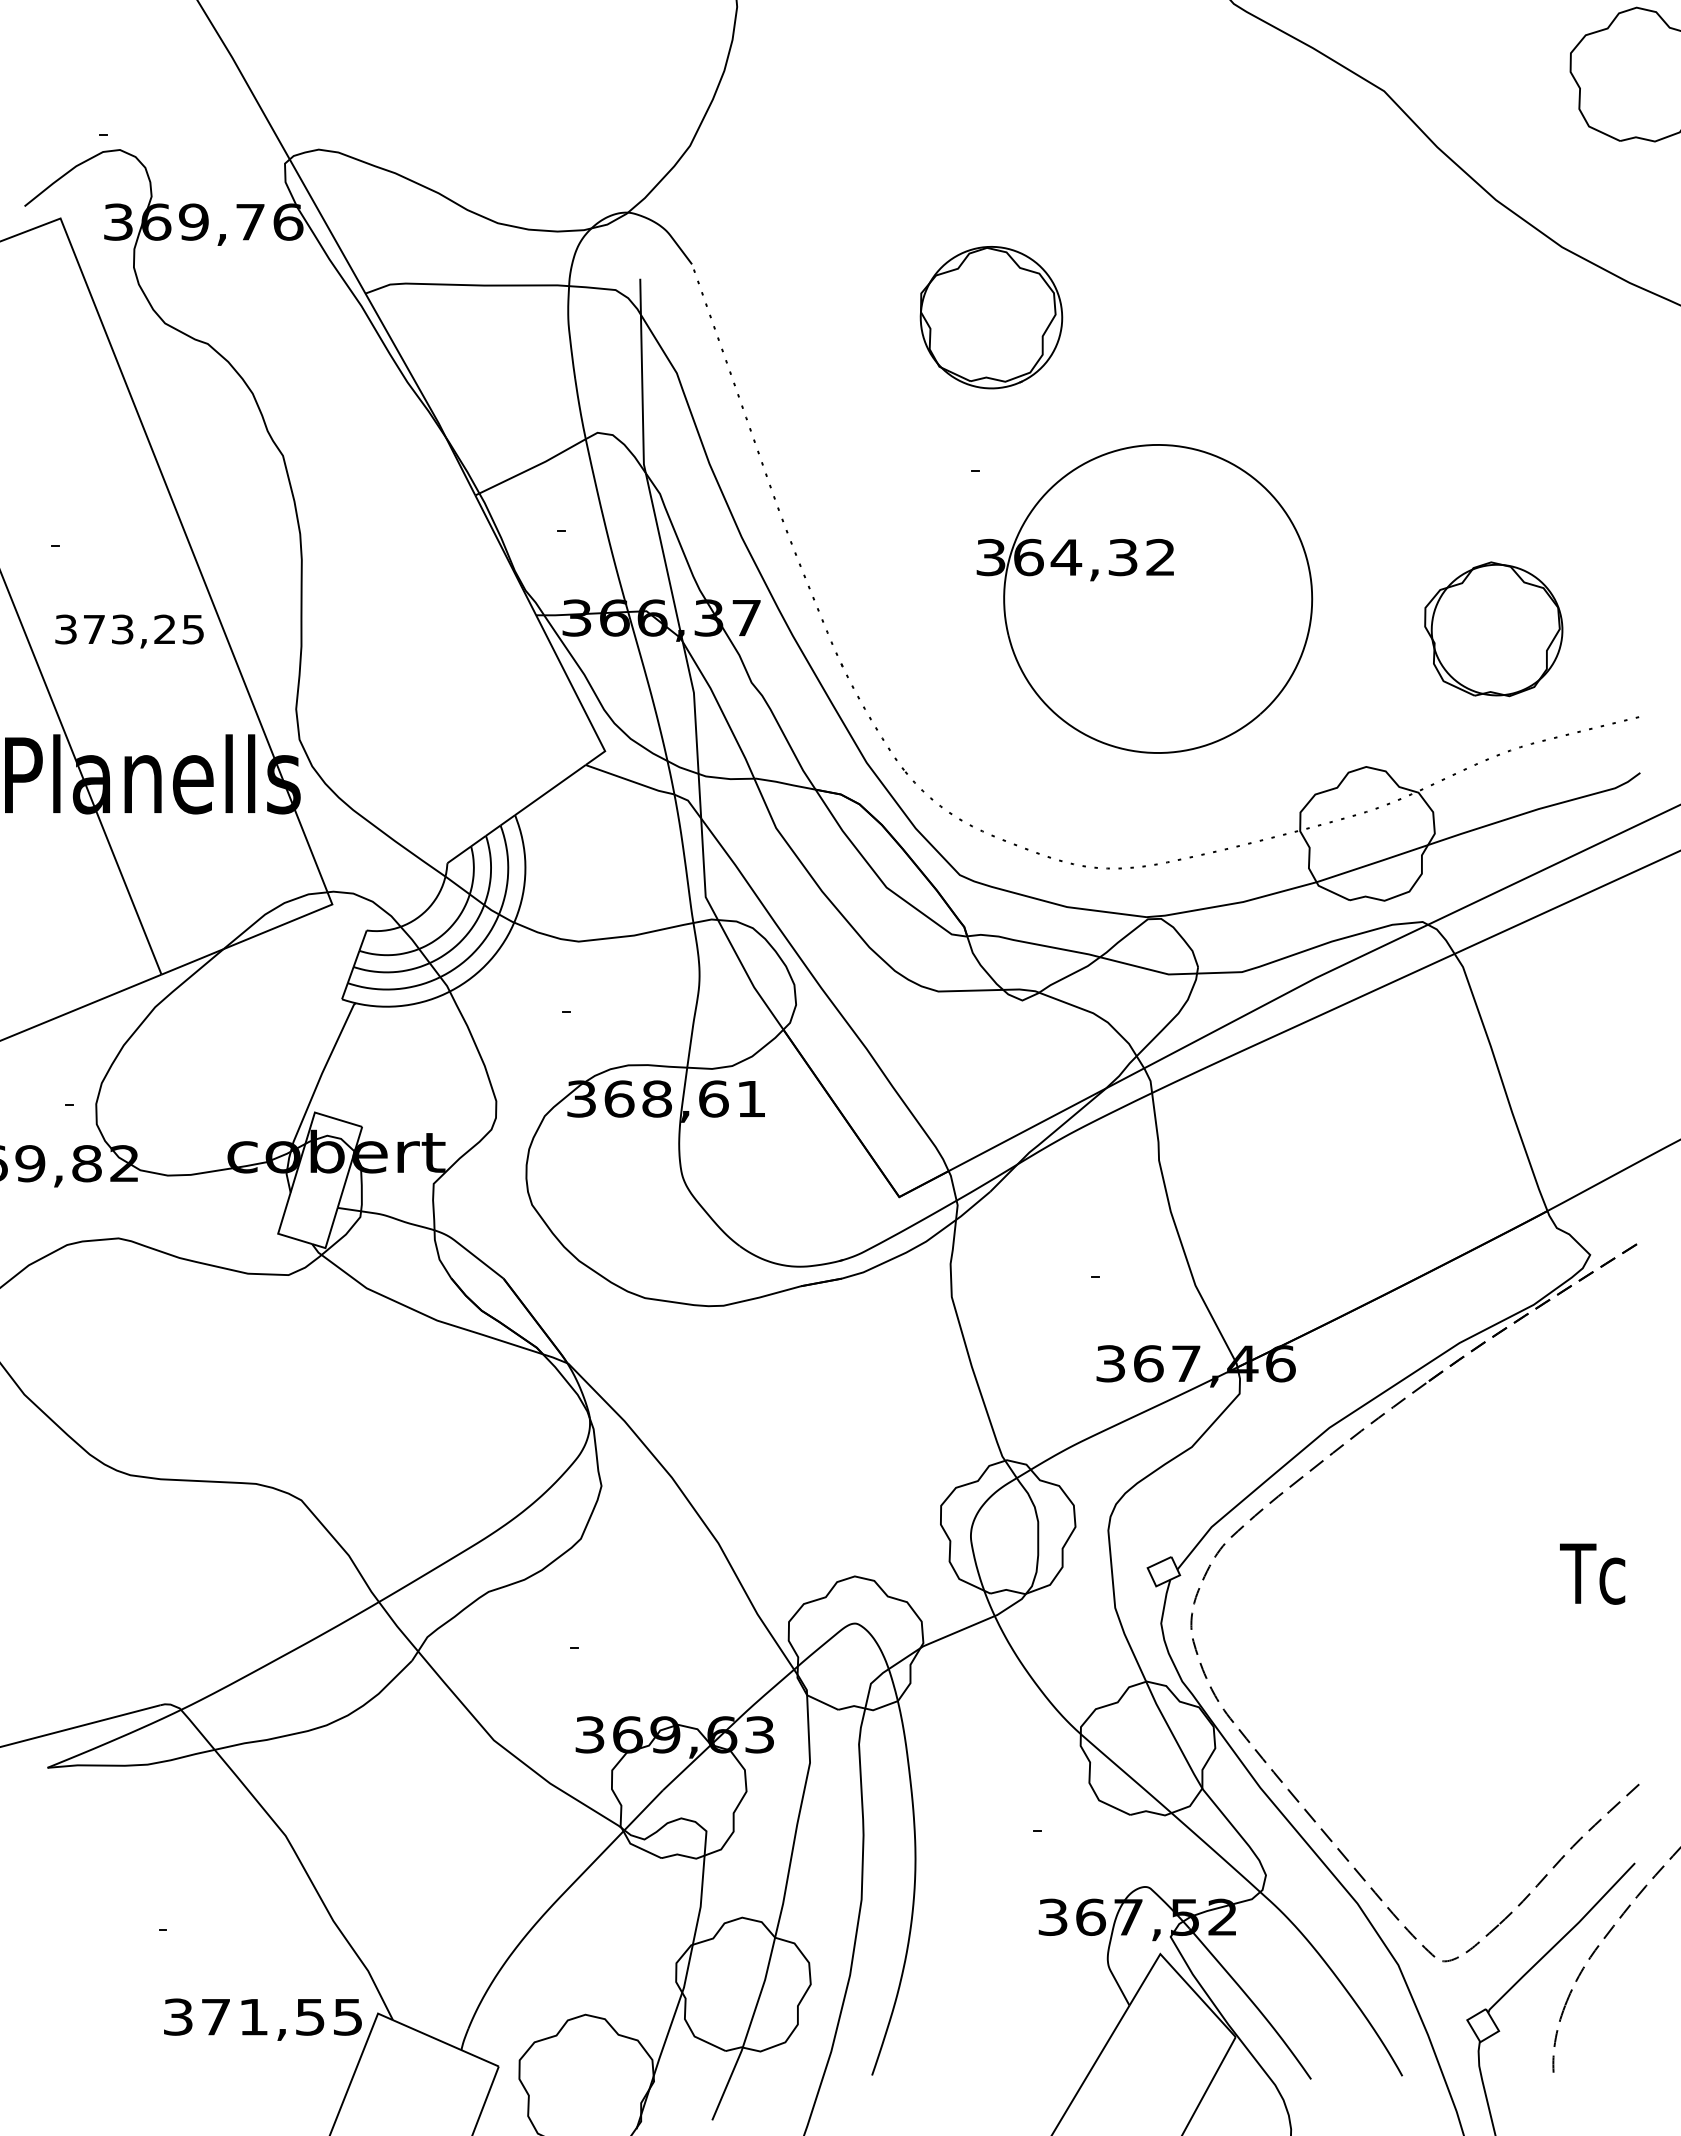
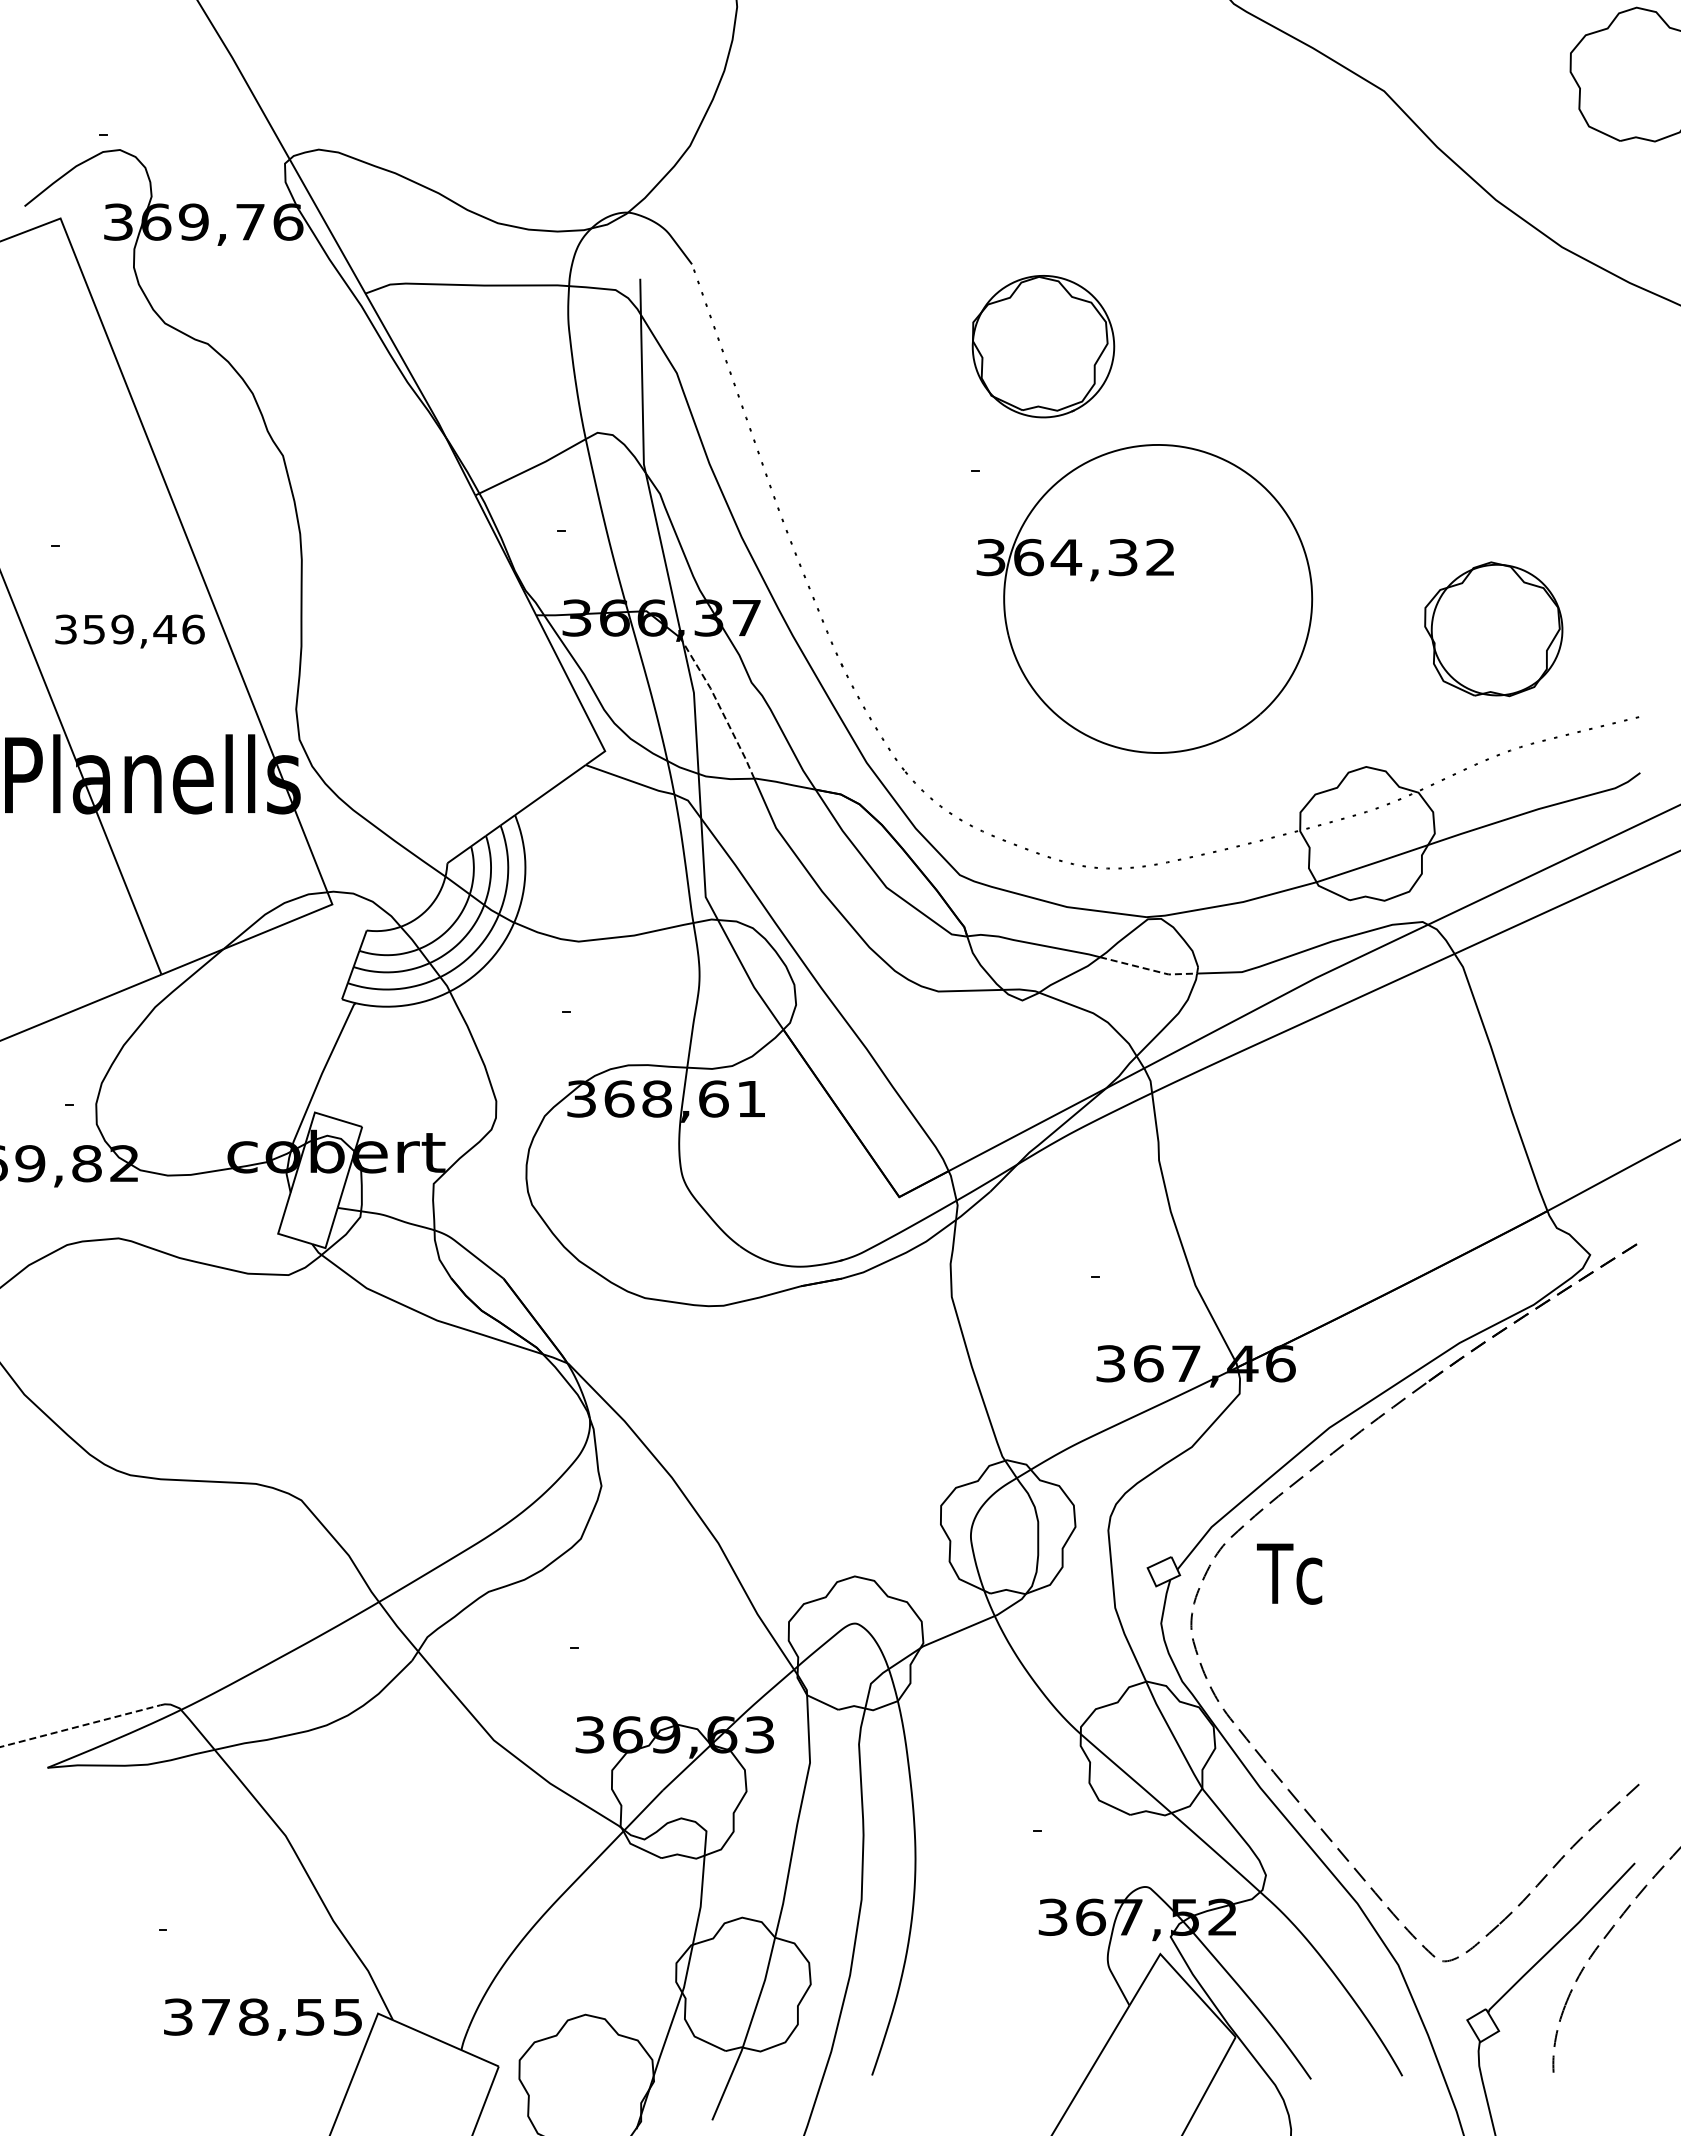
part at (991, 317) position: (991, 317) -> (1043, 346)
text at (143, 629): 373,25 -> 359,46
line at (720, 708): solid -> dashed
line at (1149, 969): solid -> dashed
text at (1592, 1573) position: (1592, 1573) -> (1289, 1573)
line at (80, 1726): solid -> dashed
text at (253, 2016): 371,55 -> 378,55
